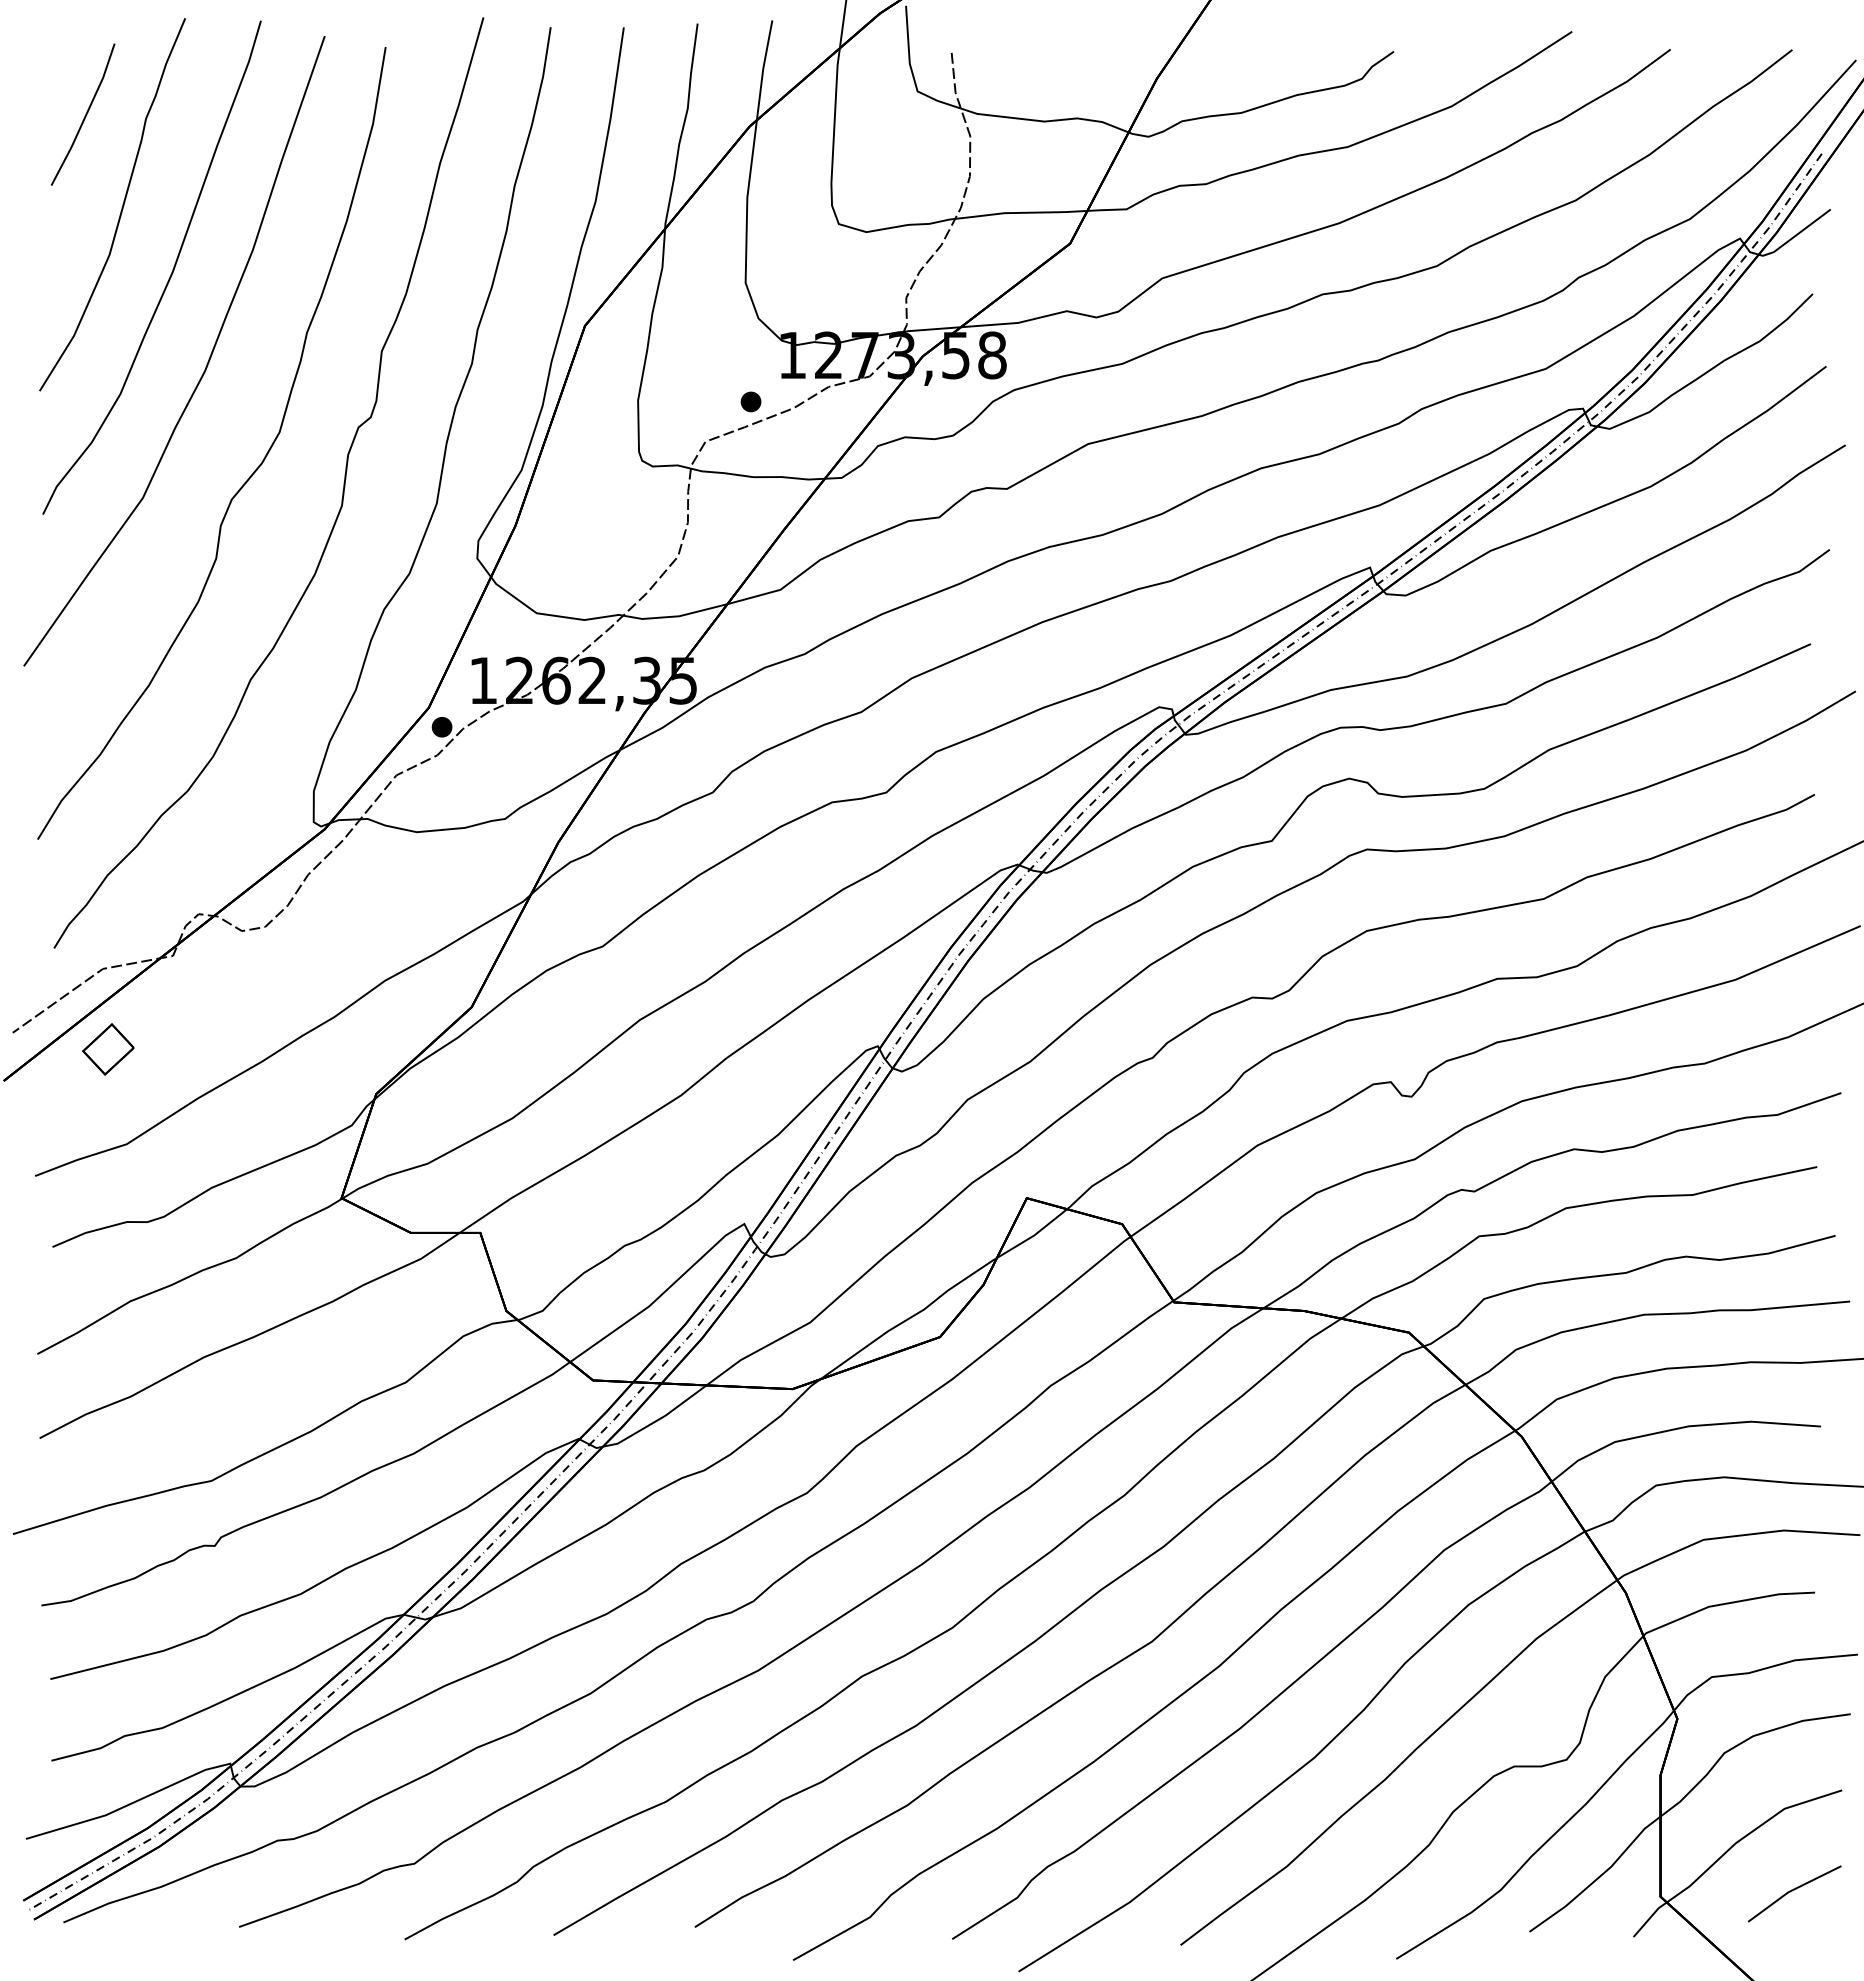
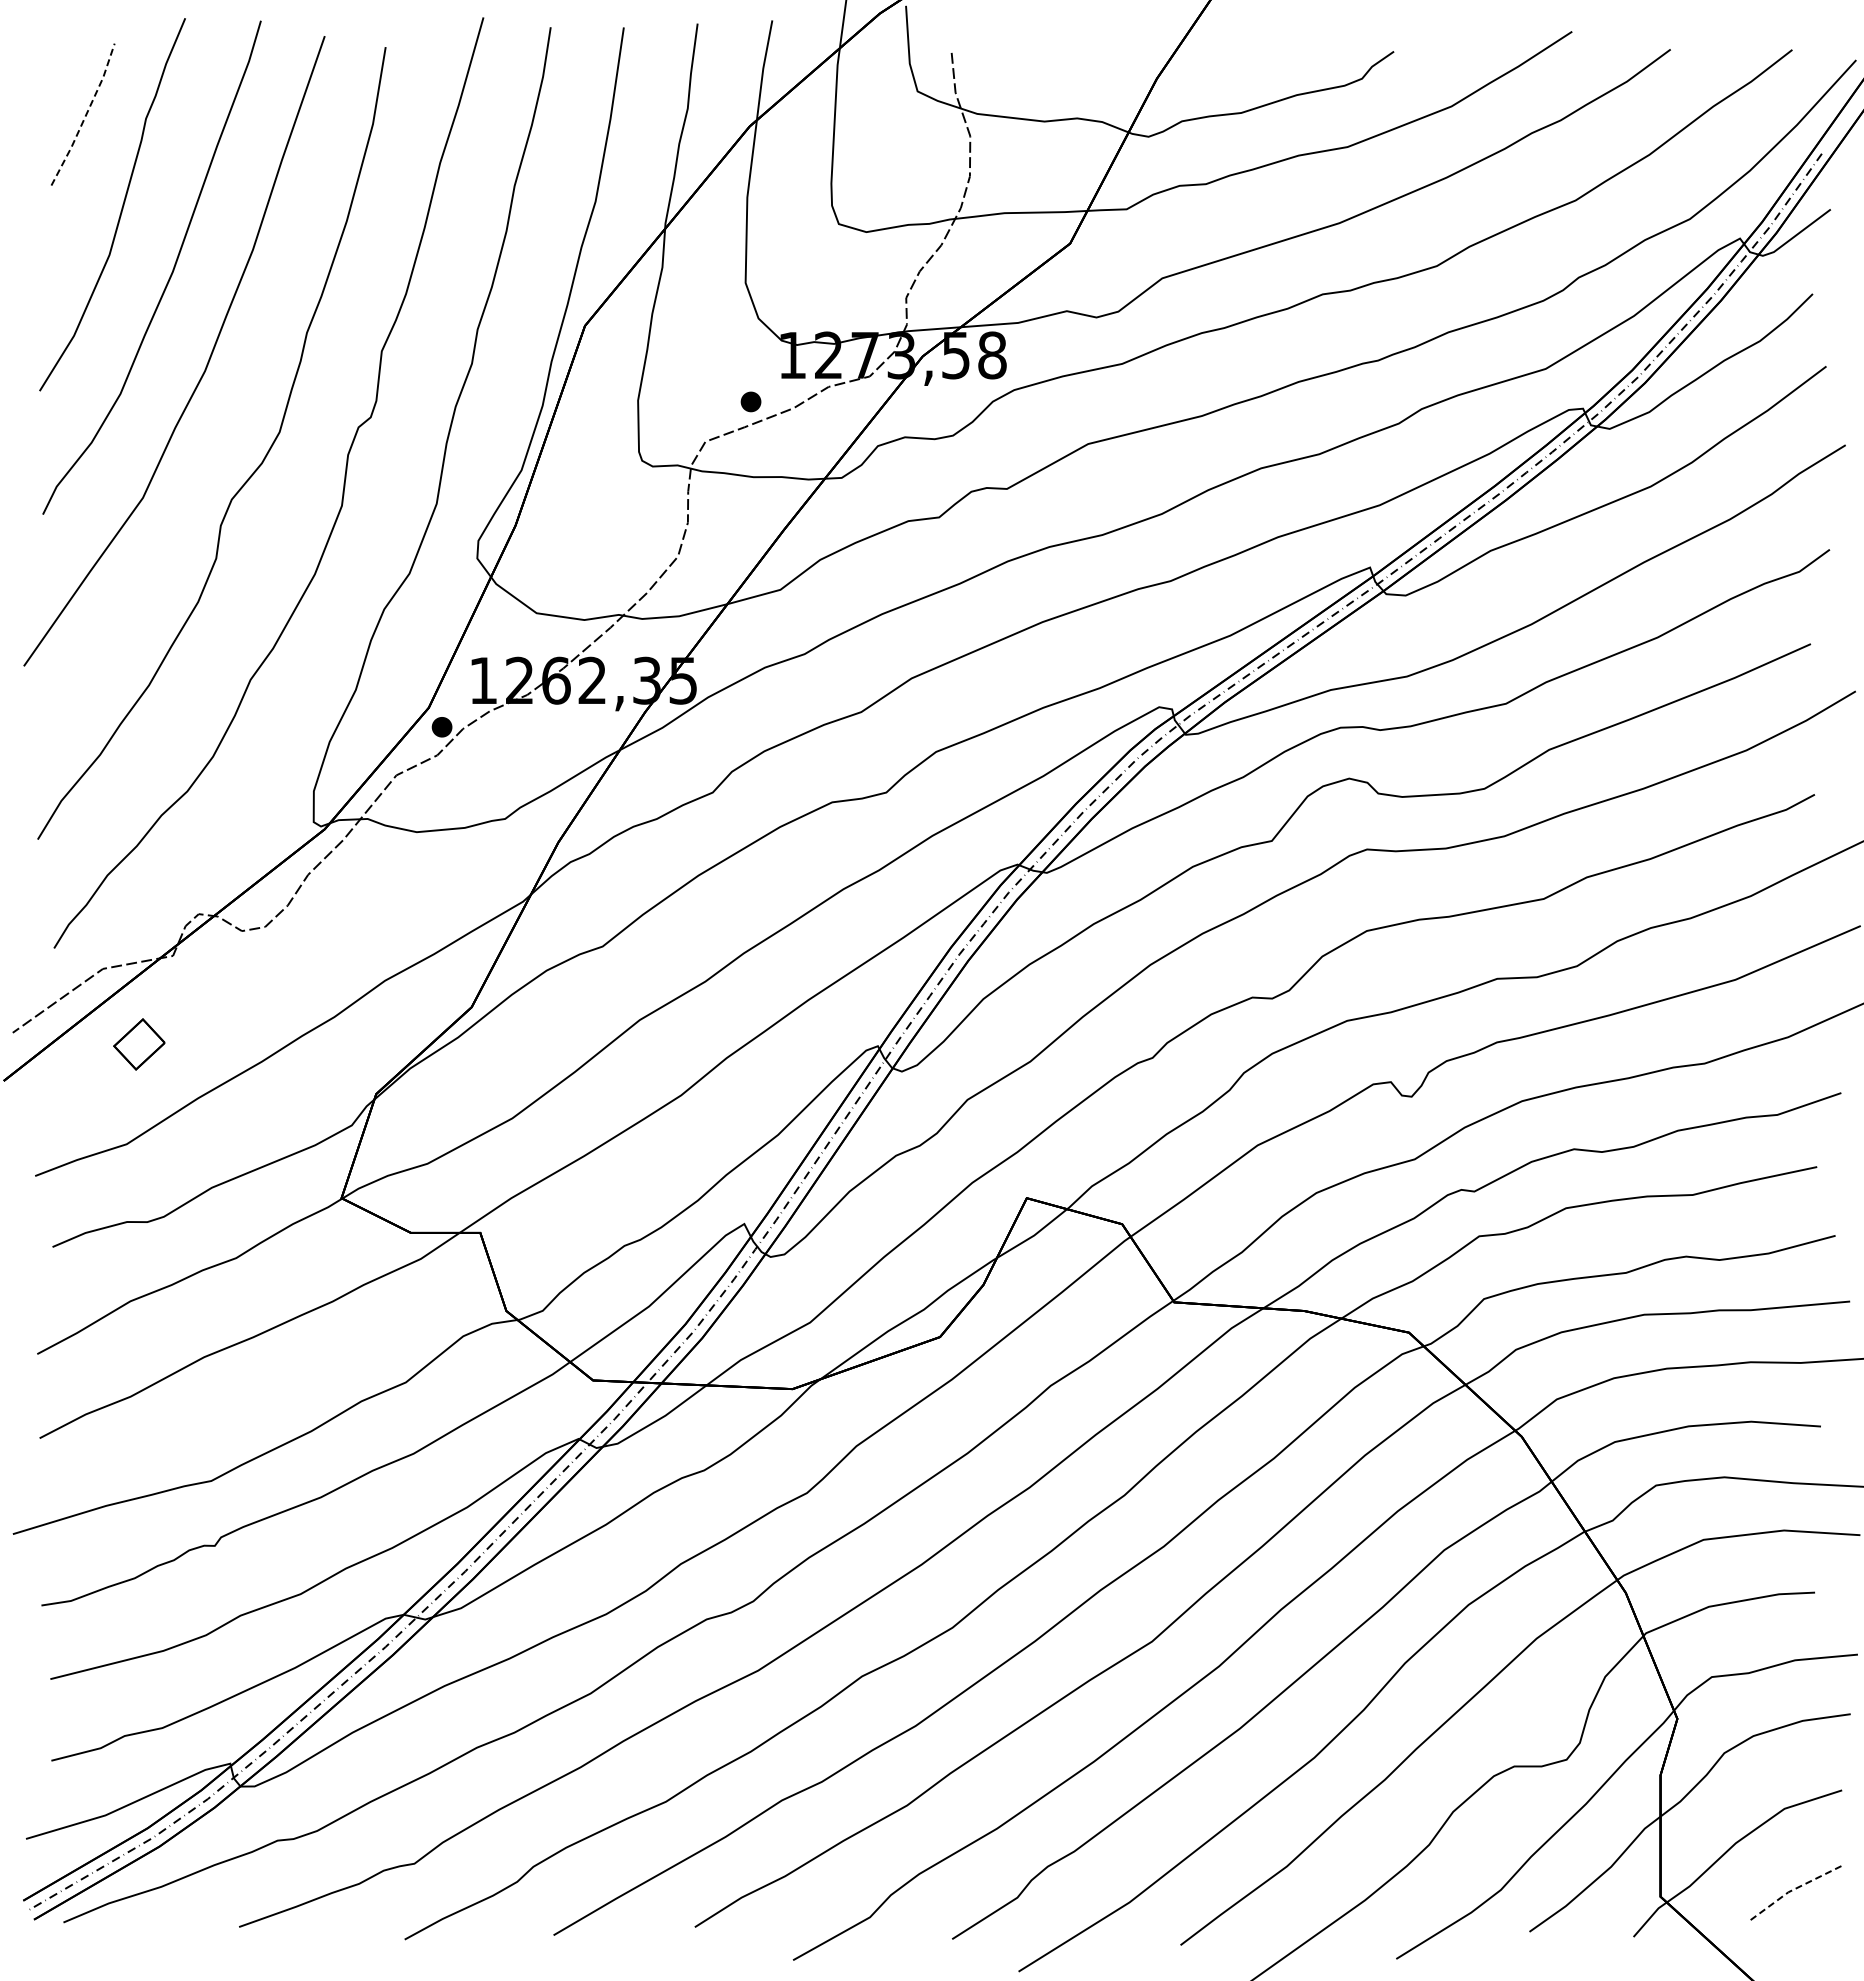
line at (86, 115): solid -> dashed
part at (108, 1049) position: (108, 1049) -> (139, 1044)
line at (1791, 1890): solid -> dashed
